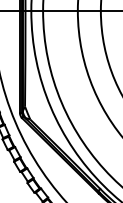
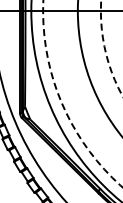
circle at (111, 48): solid -> dashed
circle at (82, 93): solid -> dashed
